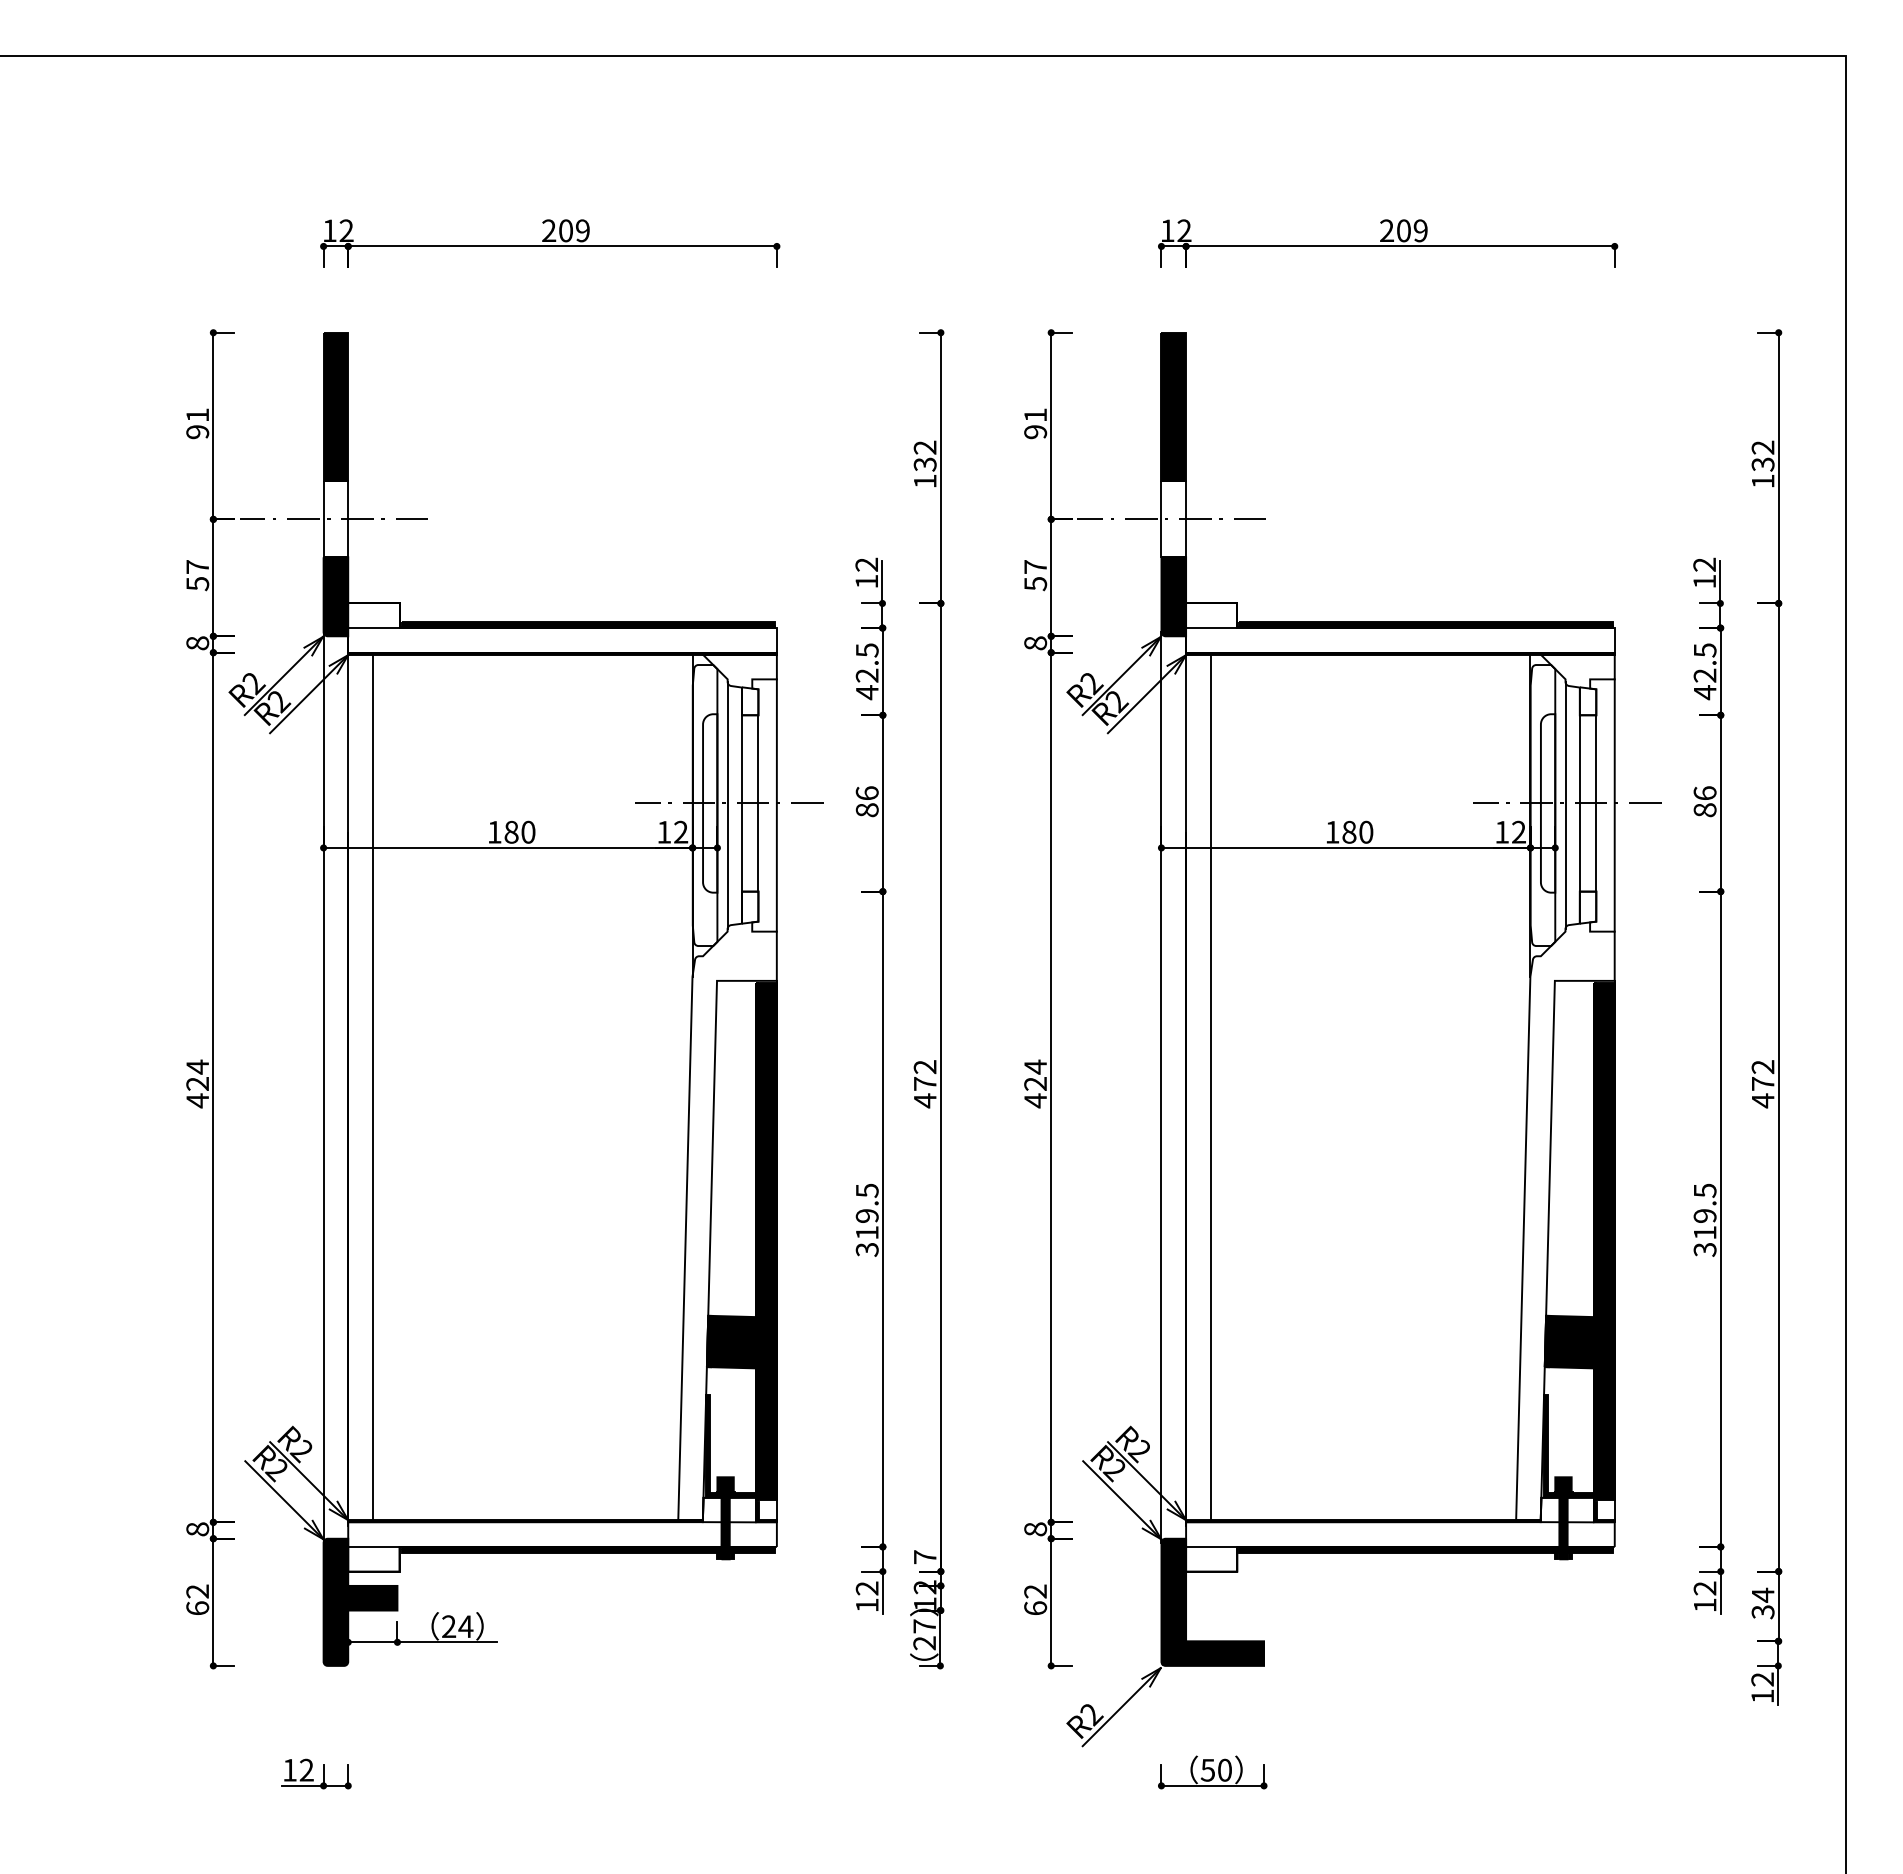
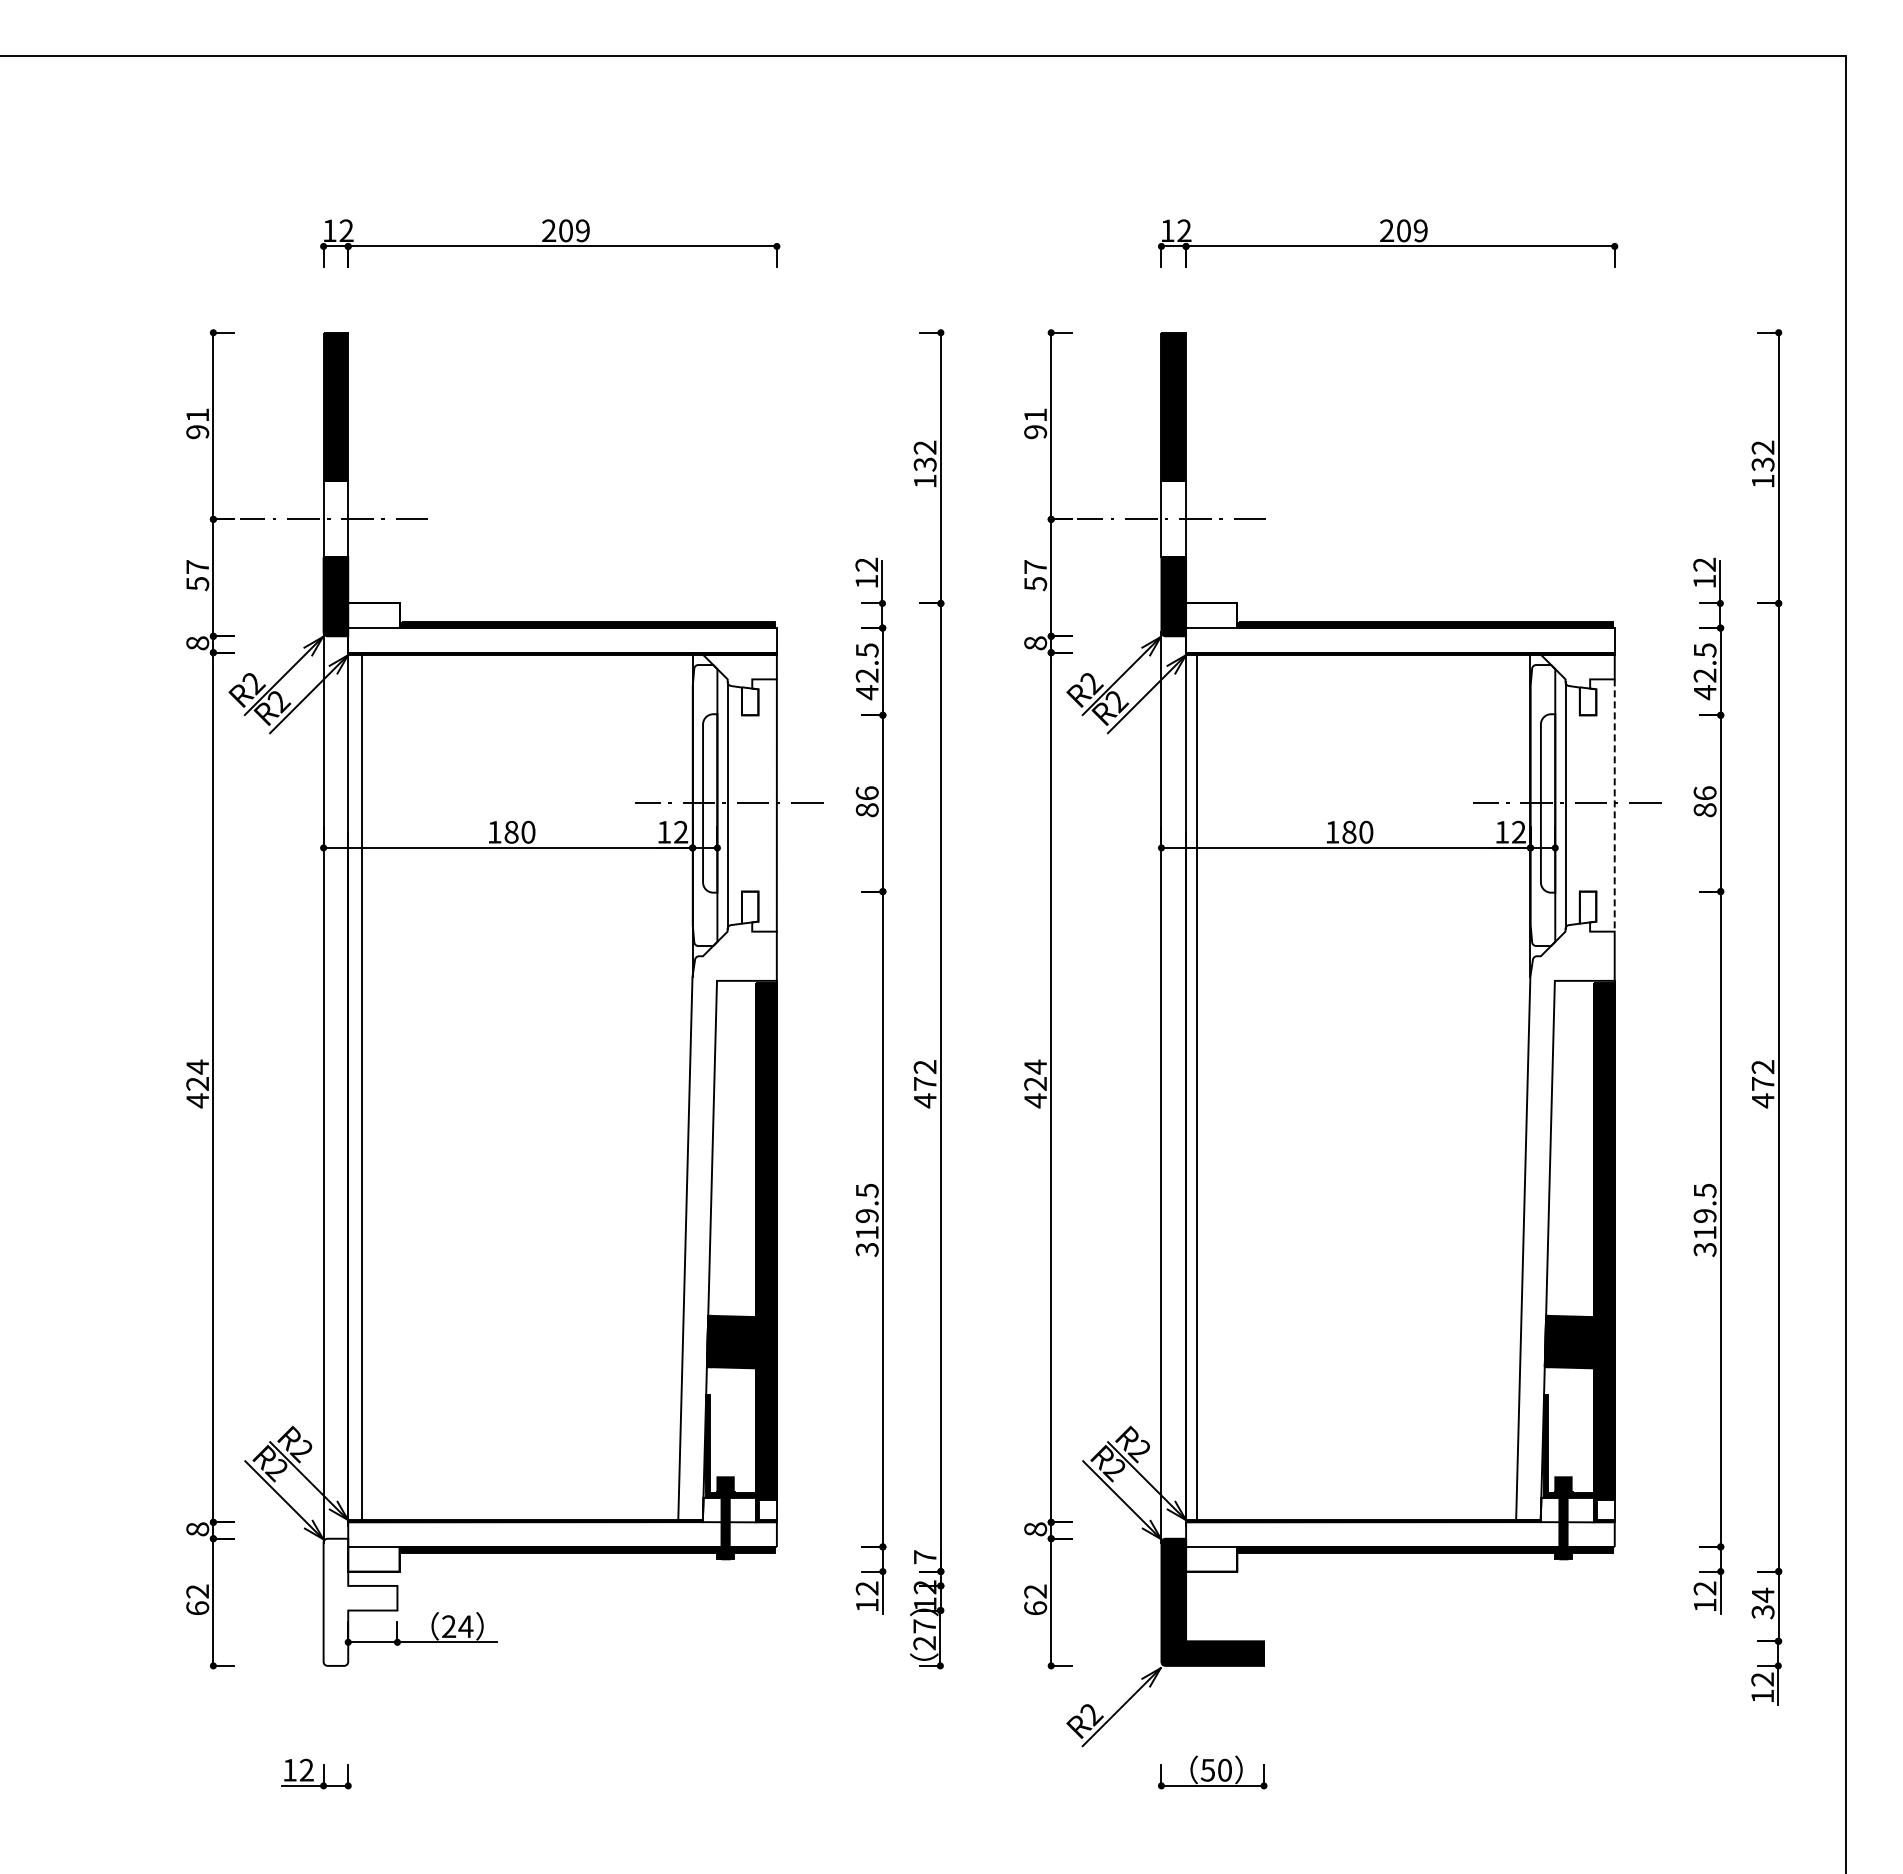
line at (742, 803): present -> none
line at (758, 803): present -> none
line at (1579, 803): present -> none
line at (1596, 803): present -> none
line at (1614, 806): solid -> dashed
line at (372, 1087) position: (372, 1087) -> (361, 1087)
line at (1210, 1087) position: (1210, 1087) -> (1196, 1087)
fill at (360, 1601): present -> none
